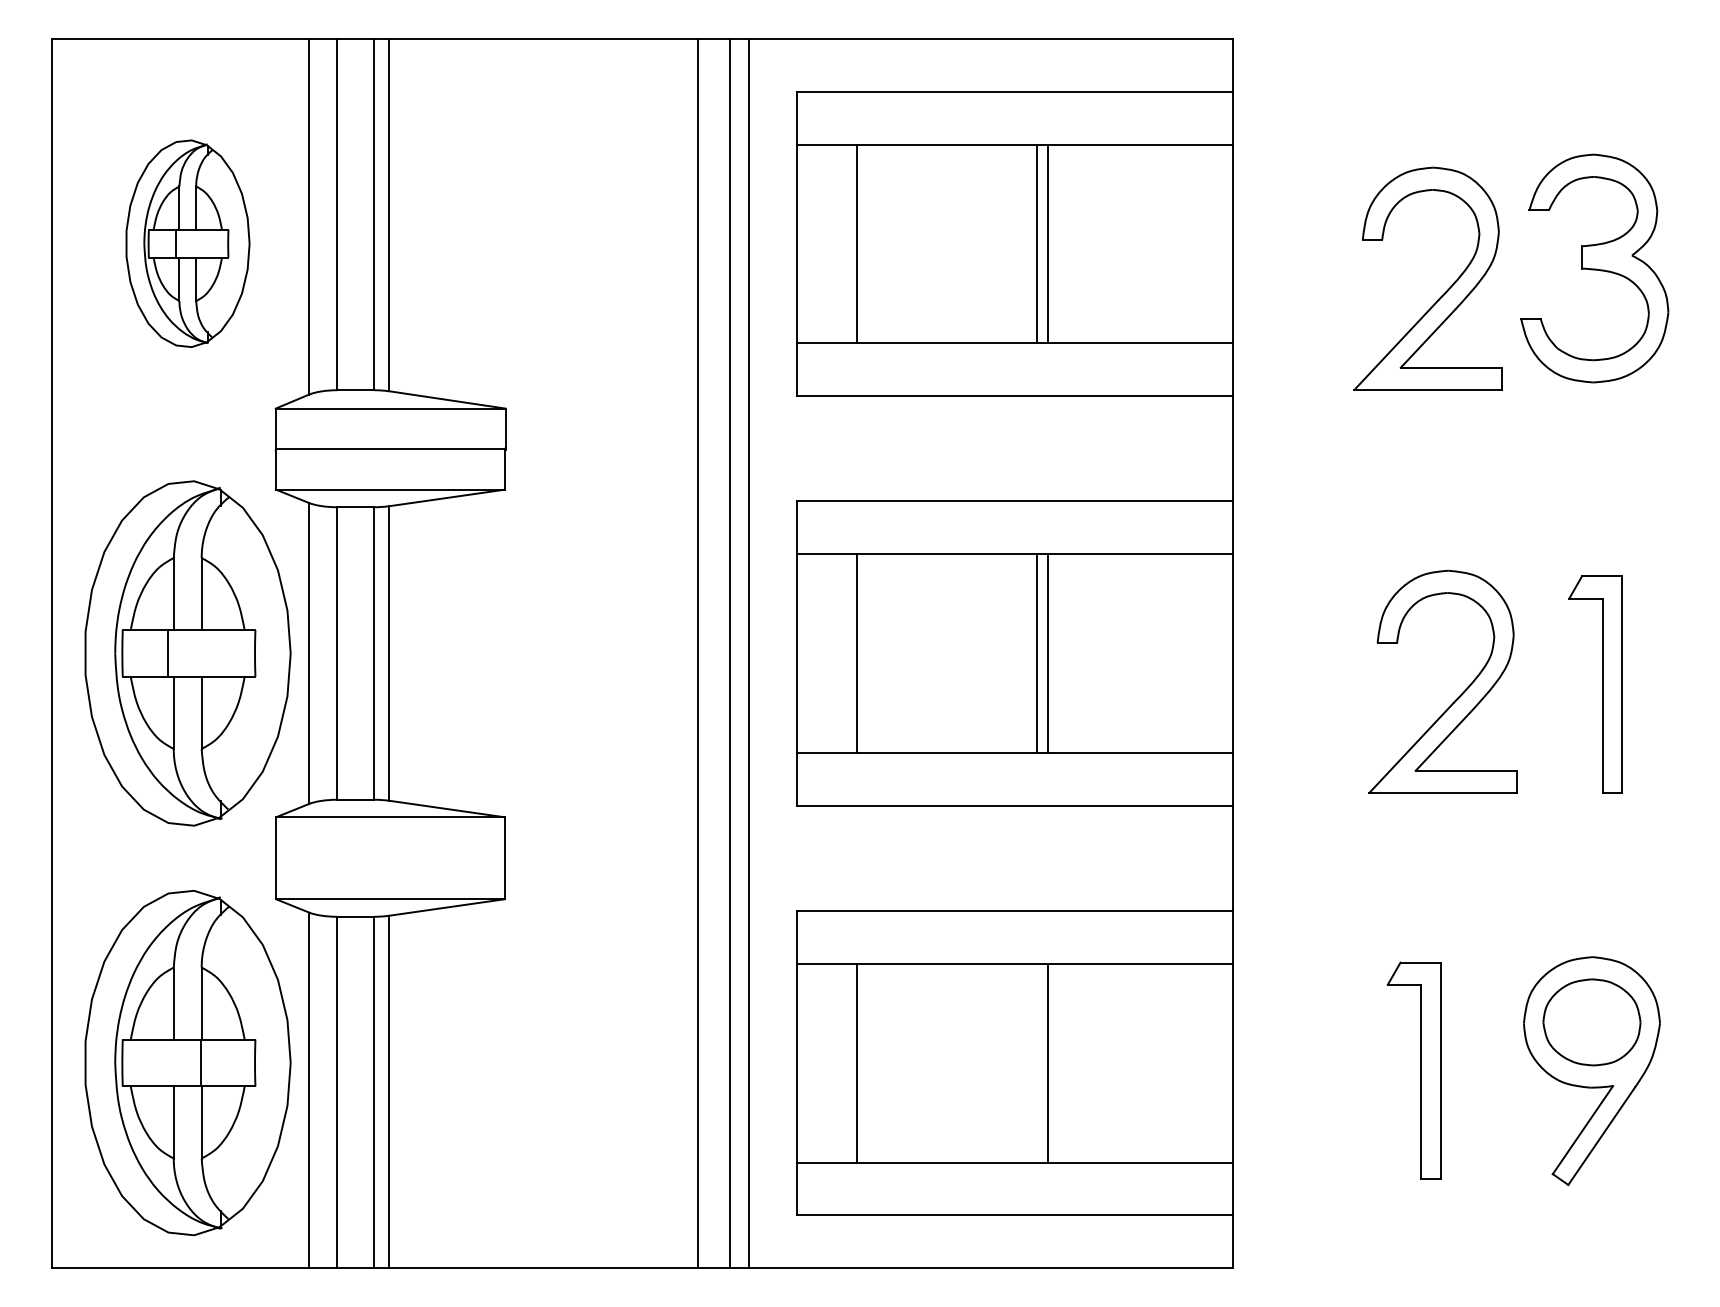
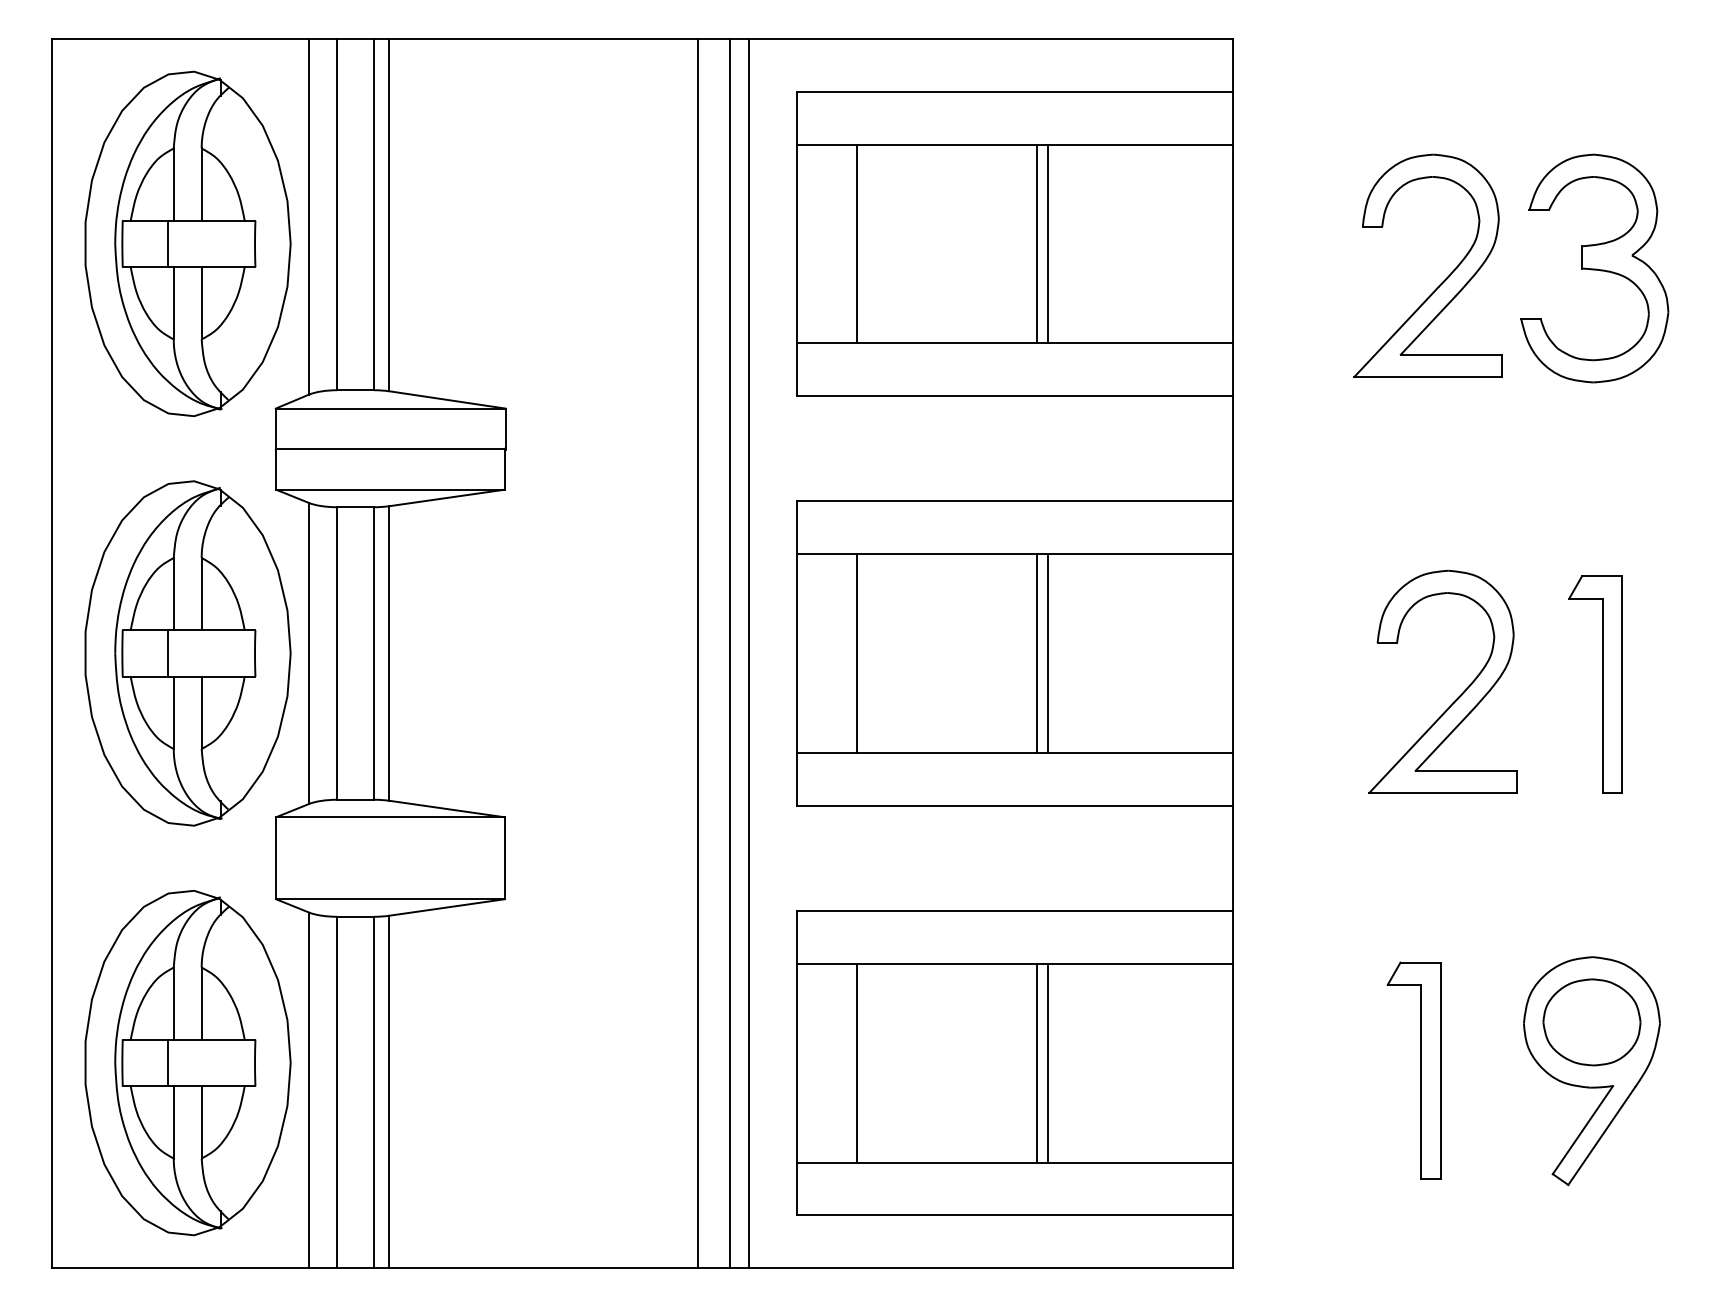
part at (187, 243) size: 126x209 px -> 208x347 px
part at (1443, 293) position: (1443, 293) -> (1443, 280)
line at (201, 1062) position: (201, 1062) -> (168, 1062)
line at (1037, 1062): none -> present
